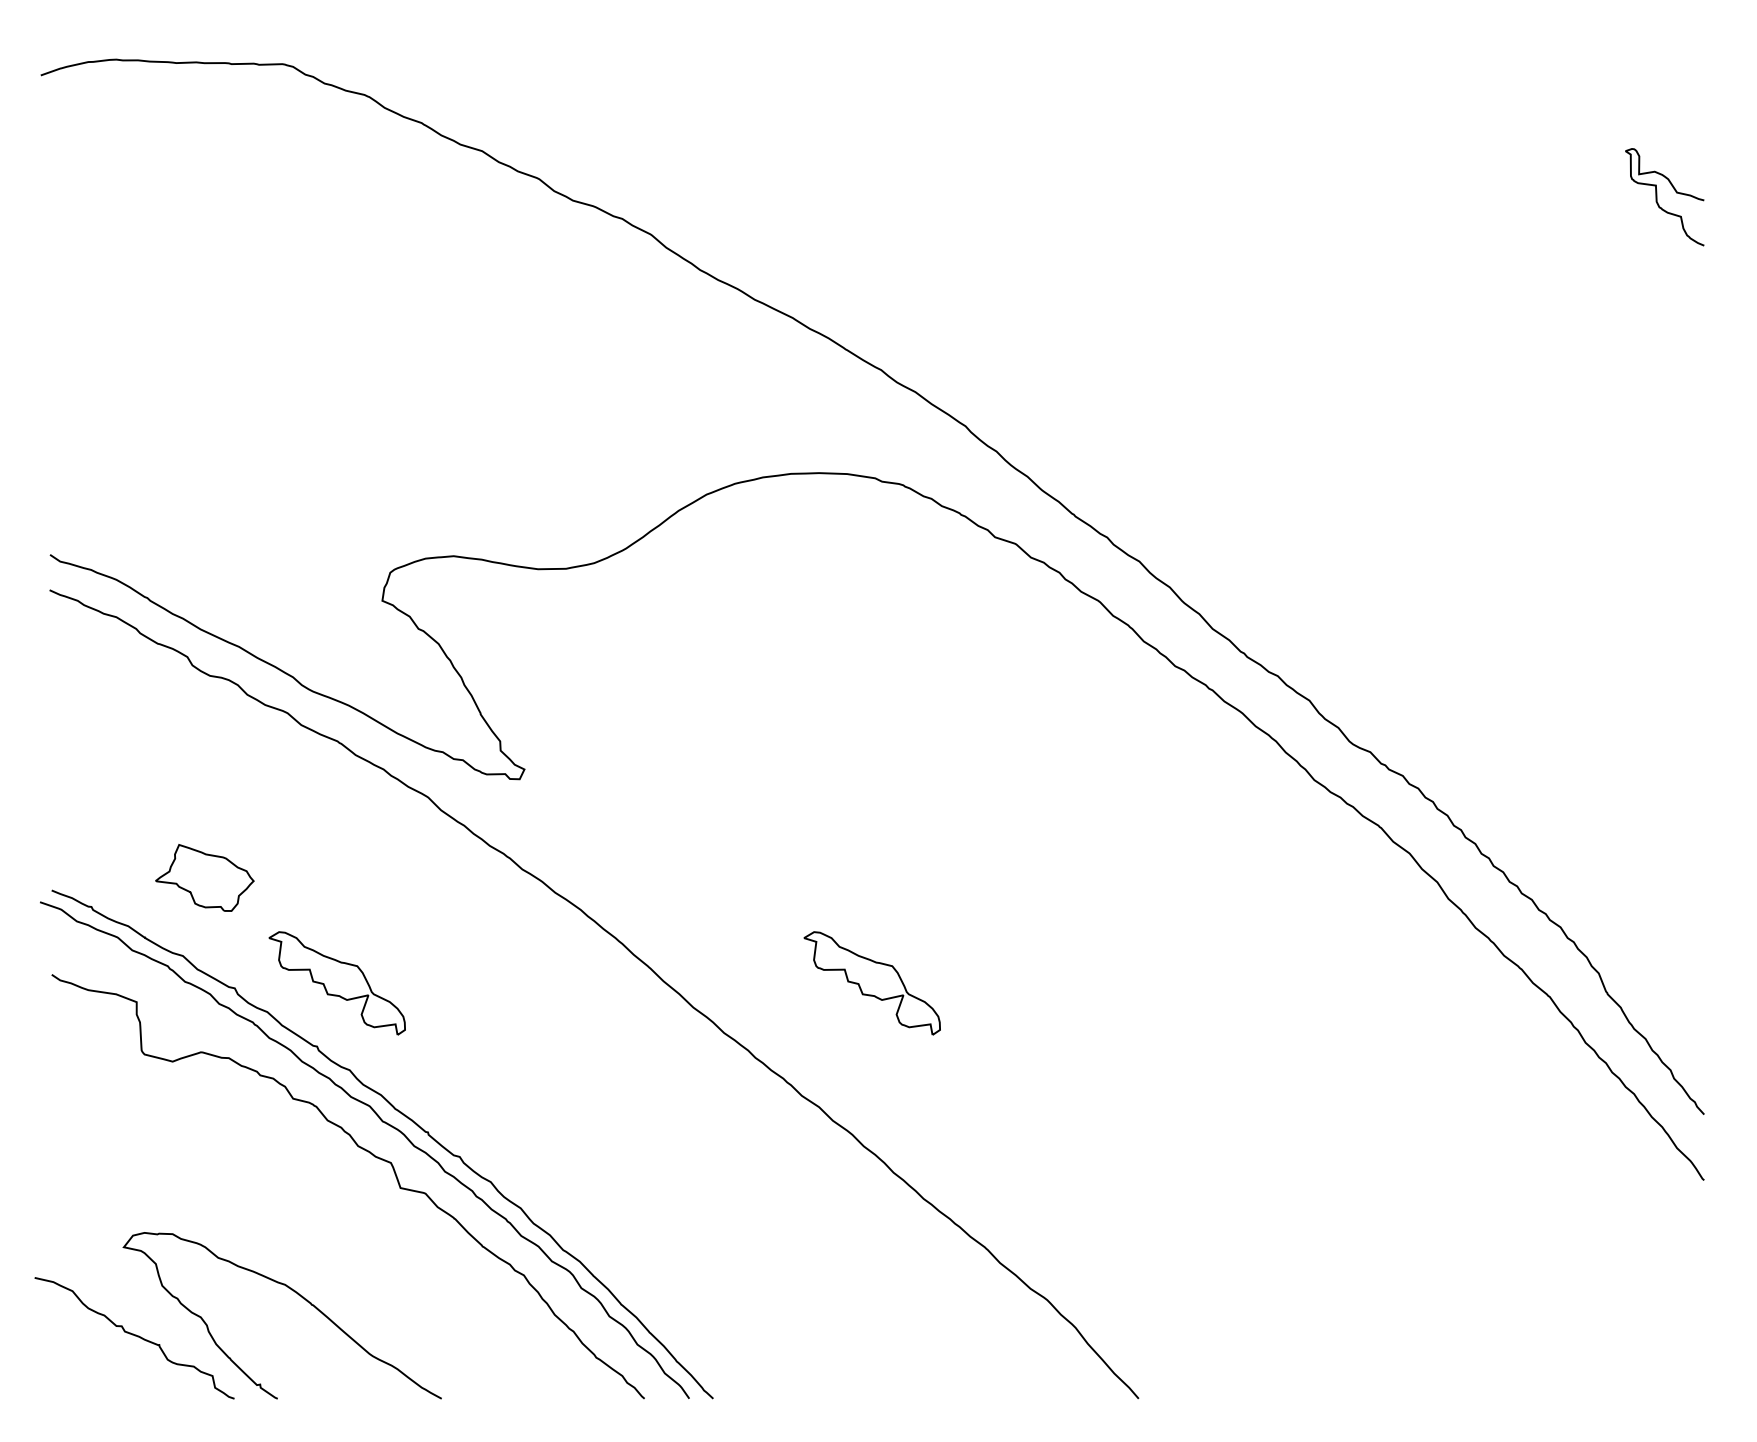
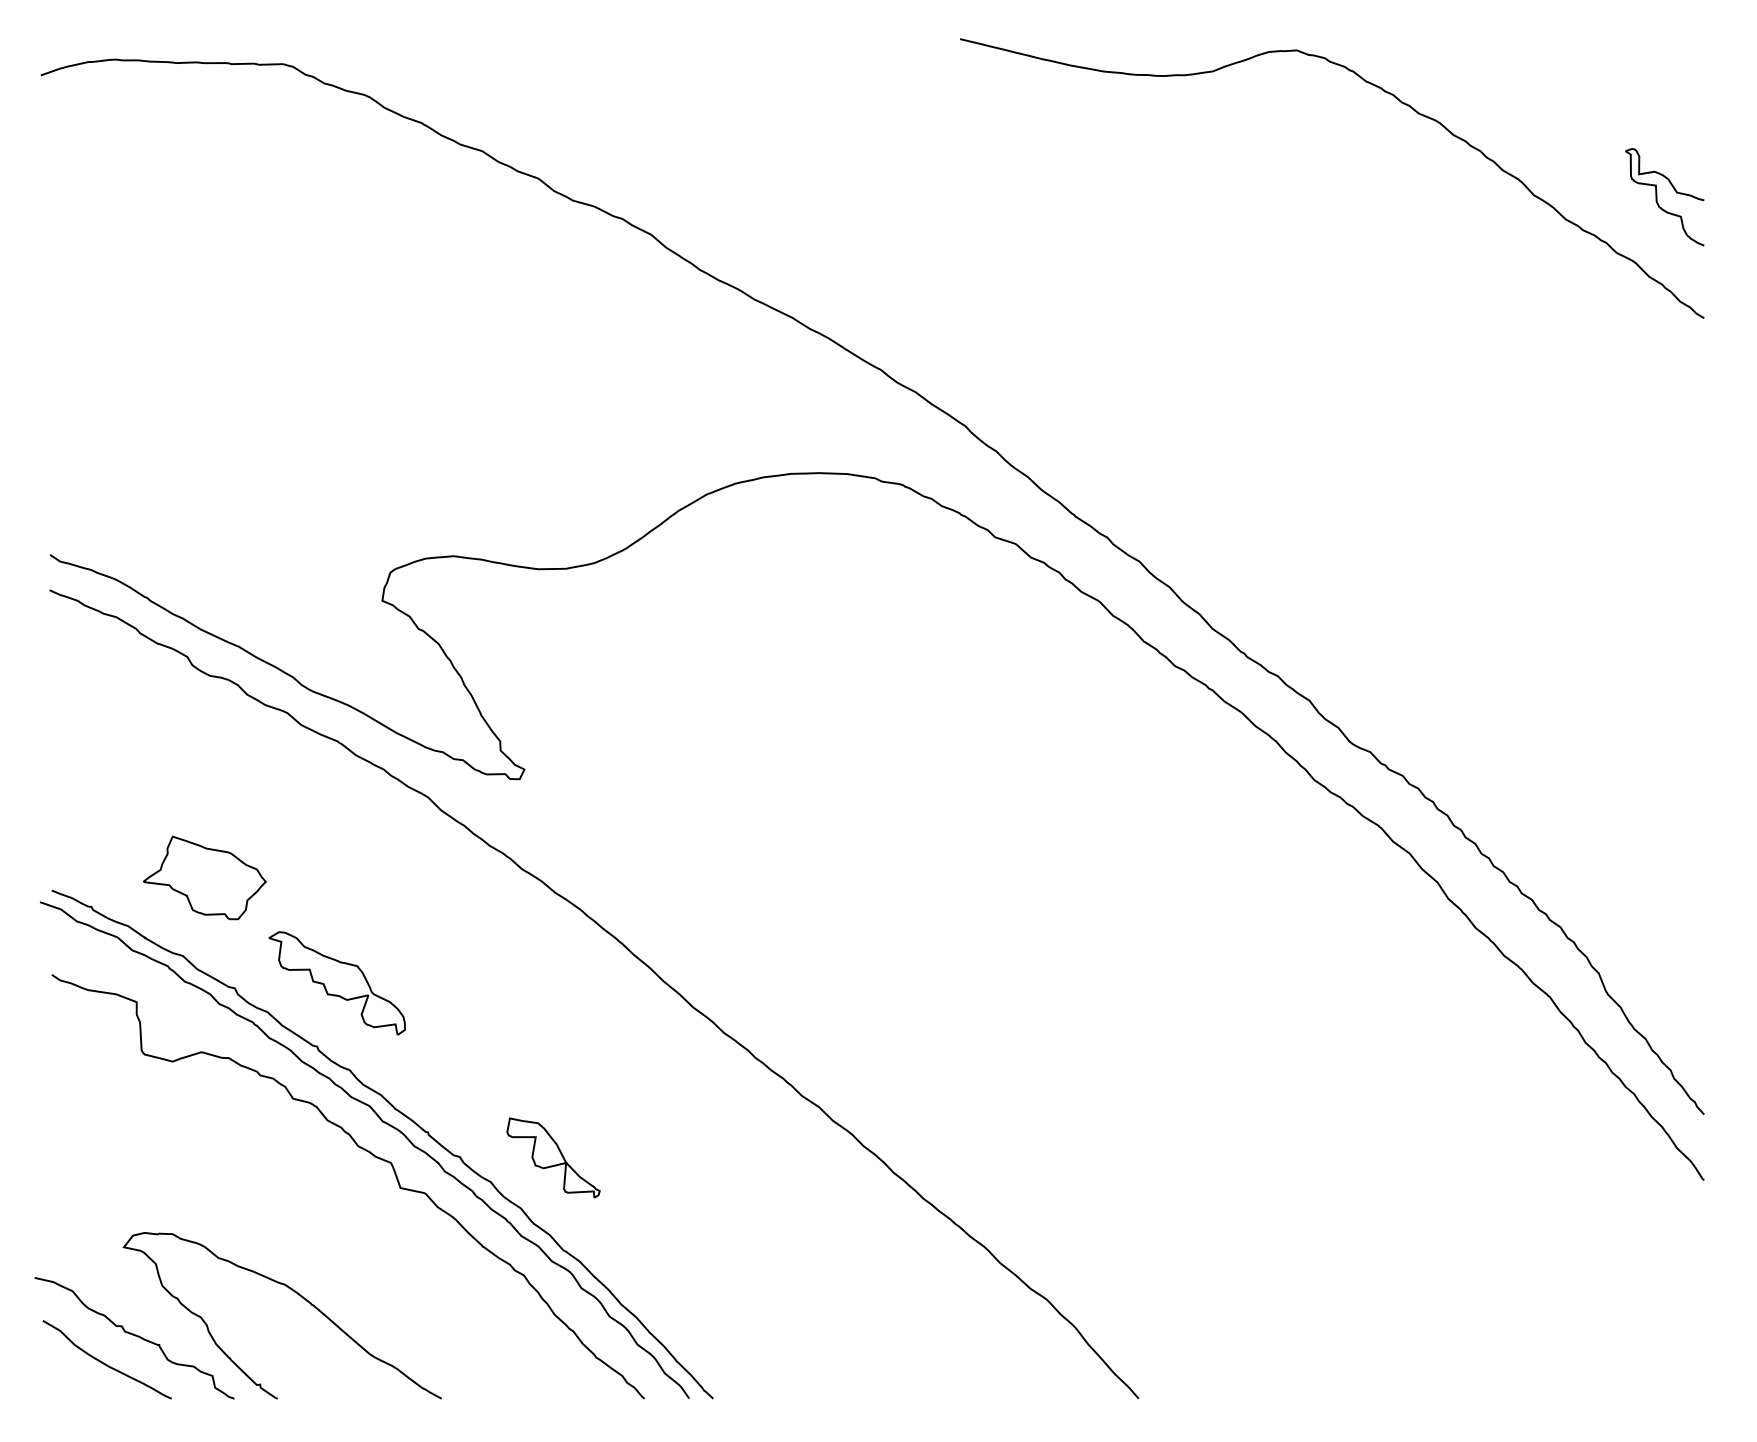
curve at (1384, 92): none -> present
part at (204, 877) size: 100x68 px -> 124x86 px
part at (871, 983): present -> none
part at (553, 1157): none -> present
curve at (104, 1362): none -> present
